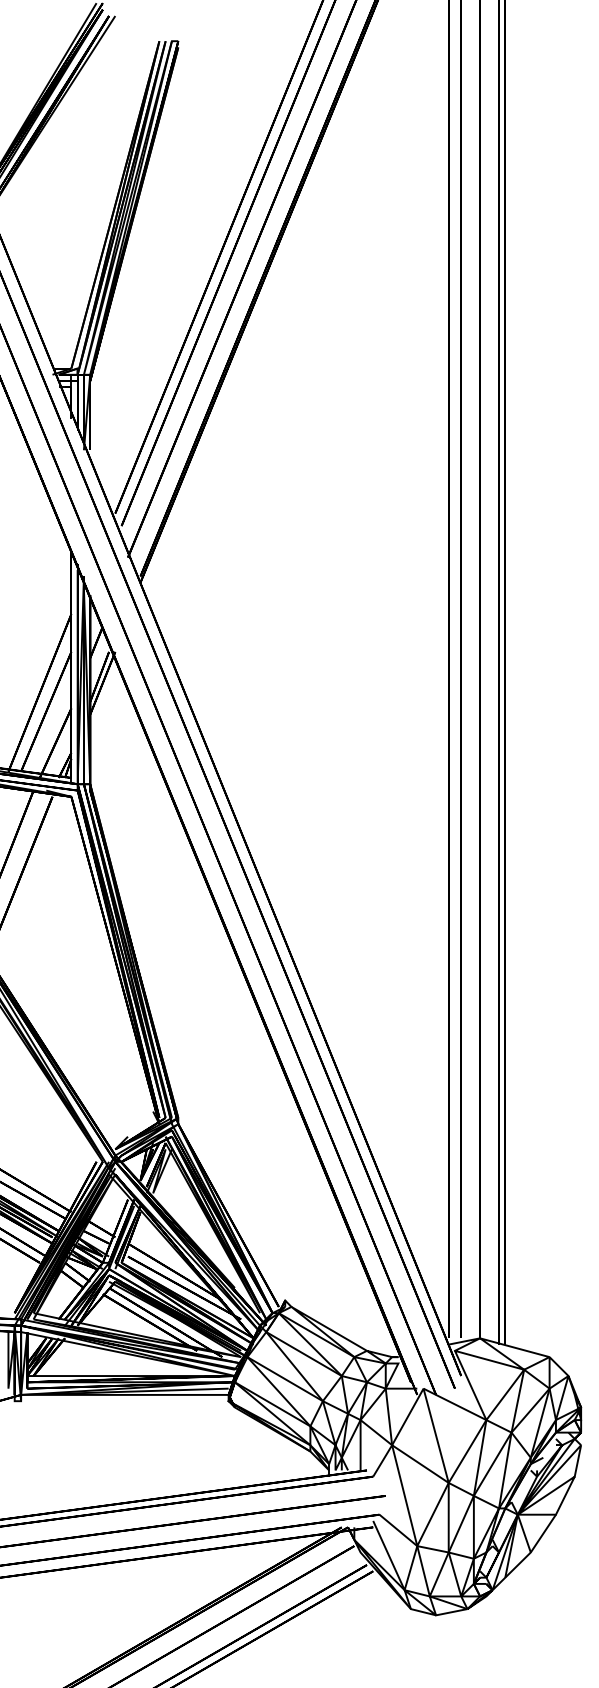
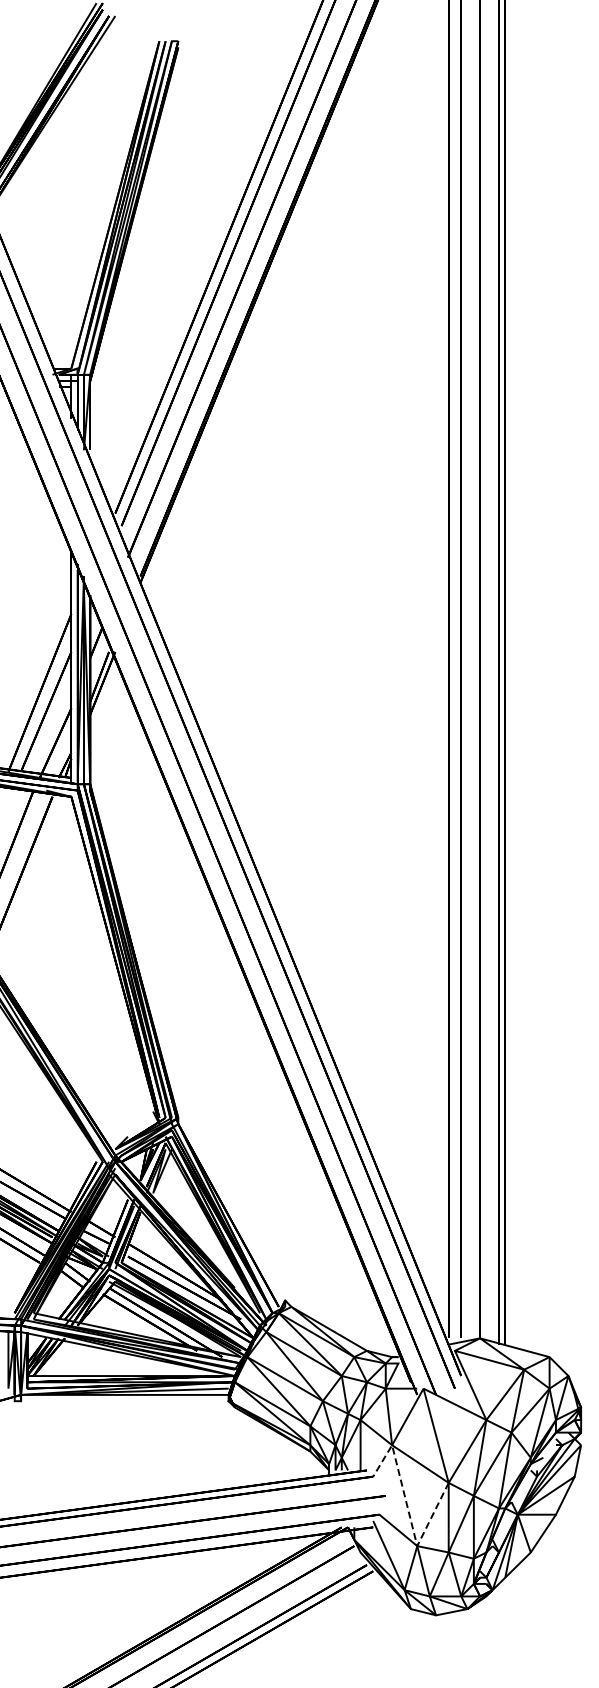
line at (408, 1512): solid -> dashed
